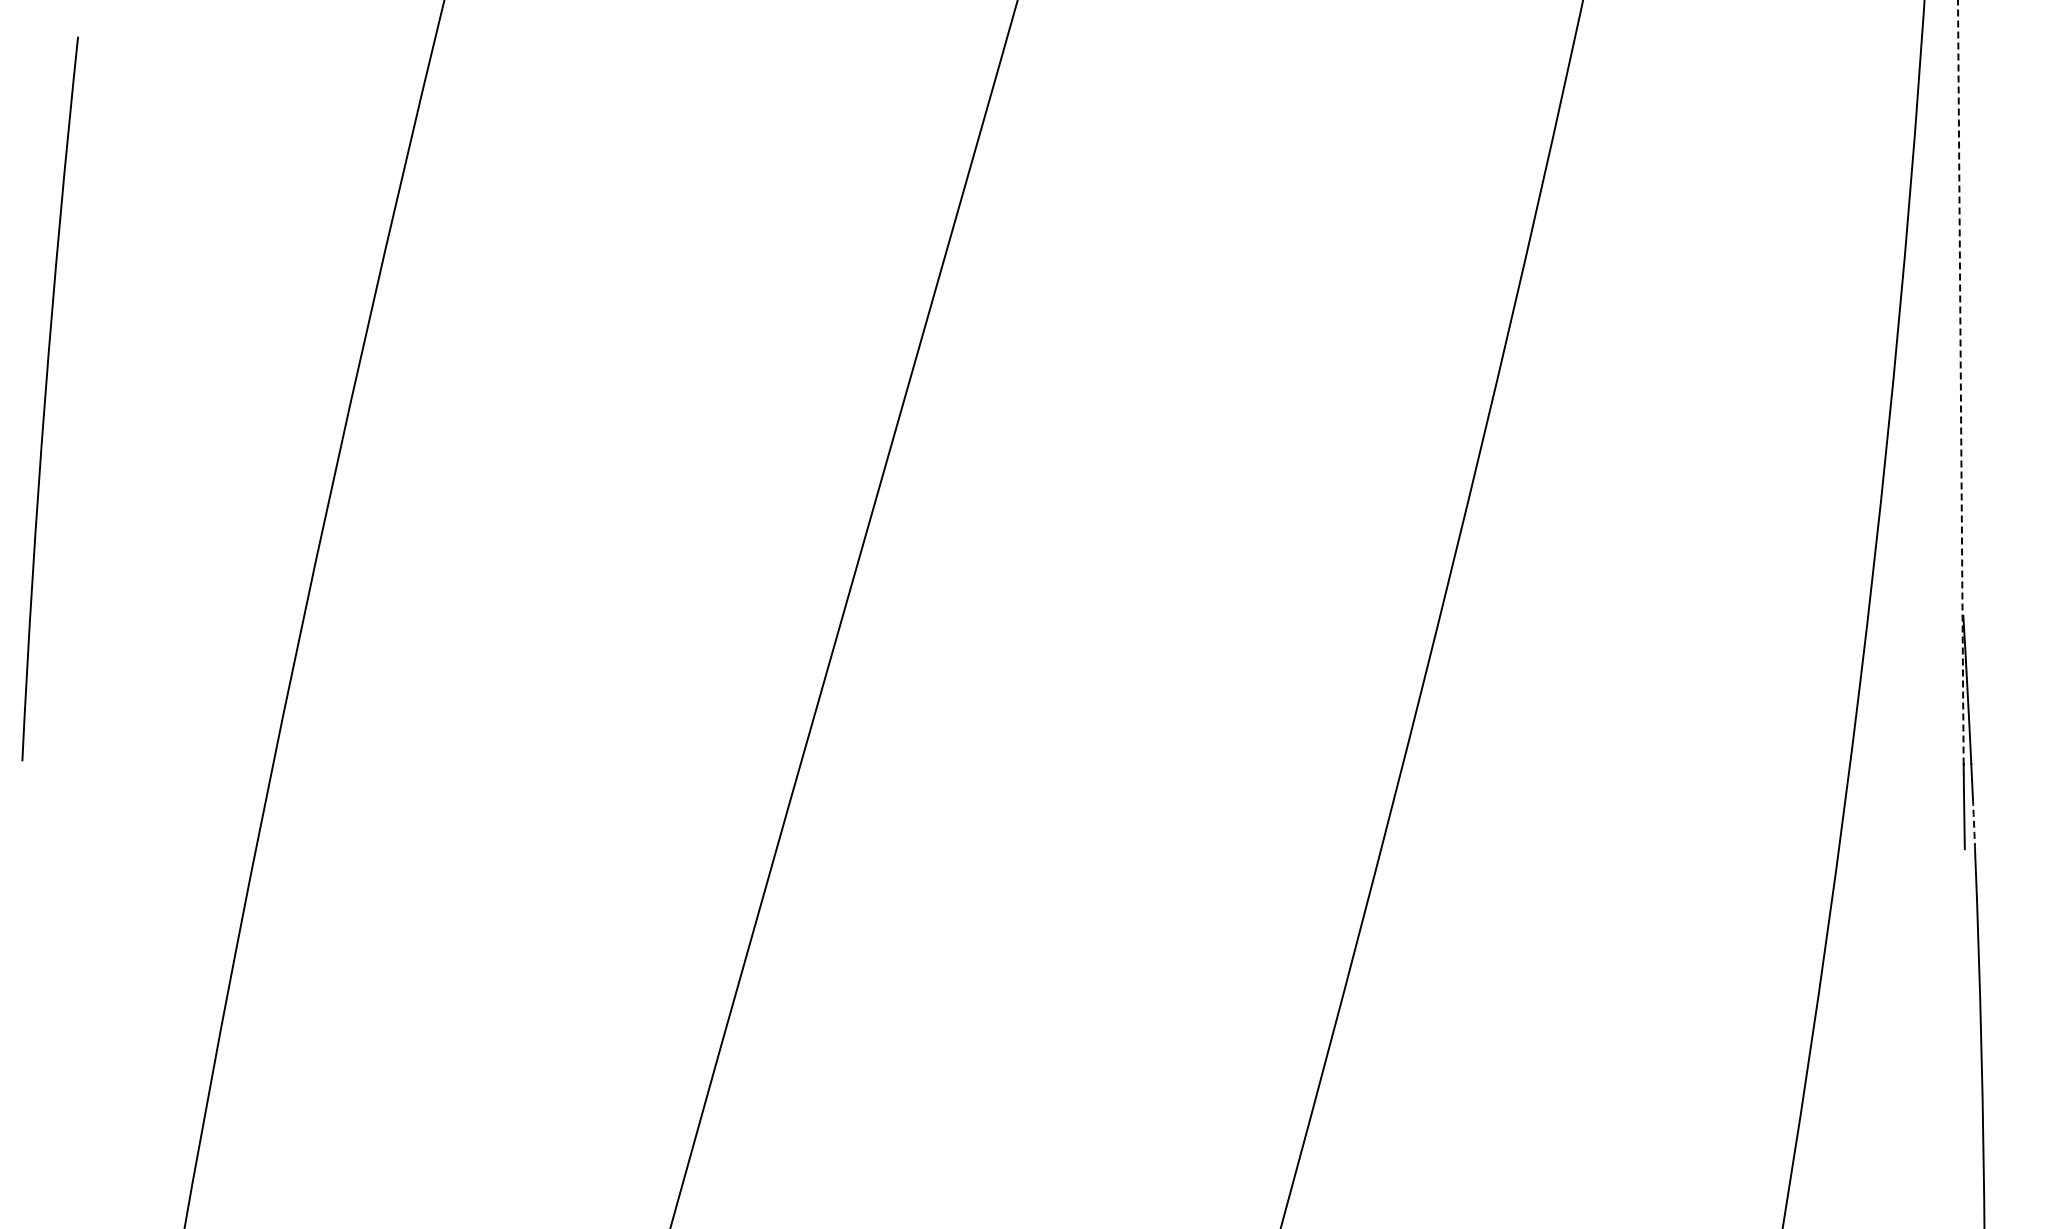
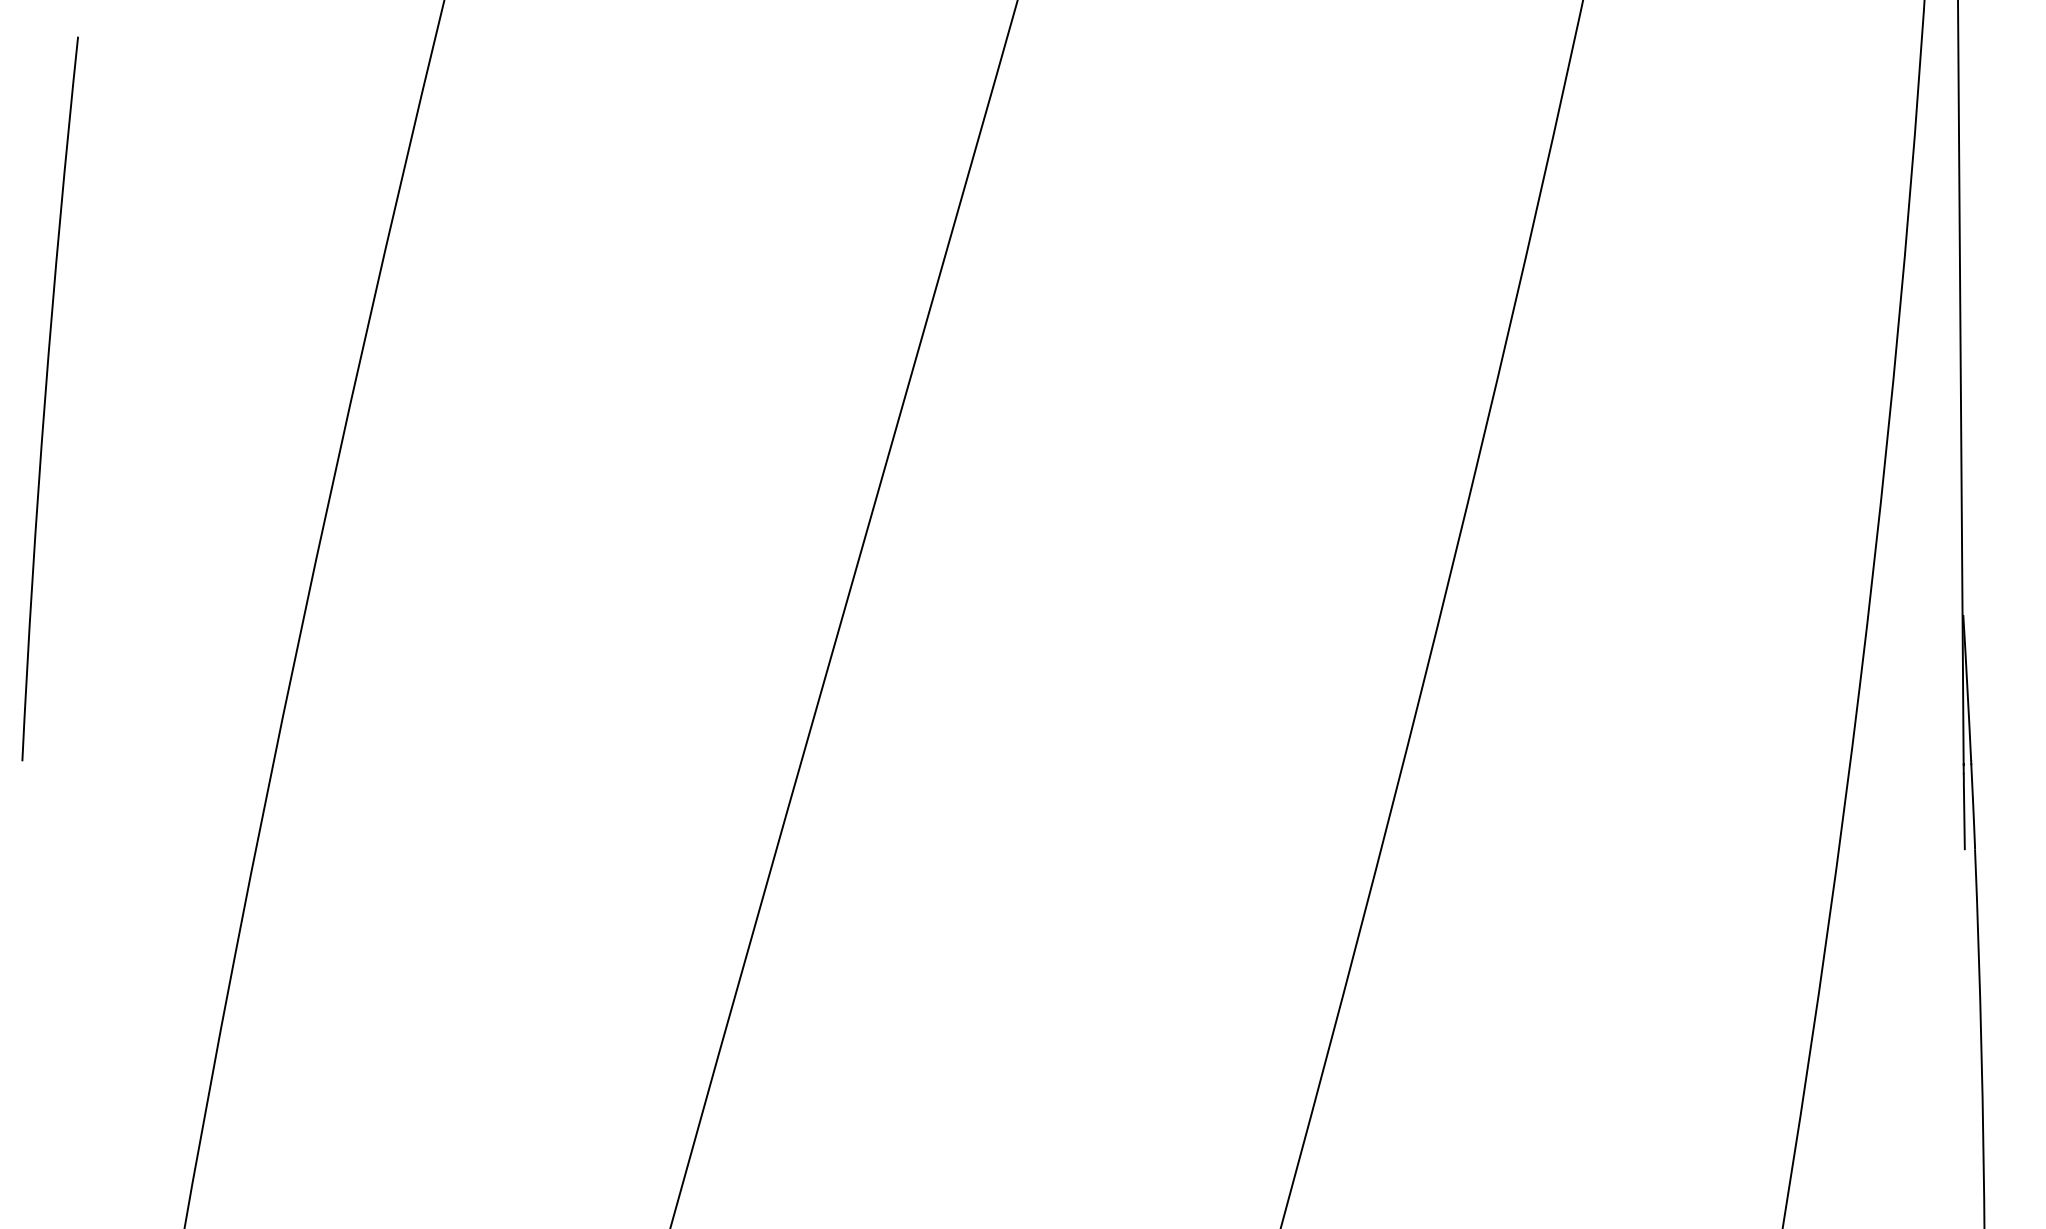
line at (1960, 382): dashed -> solid
arc at (1974, 824): dashed -> solid
